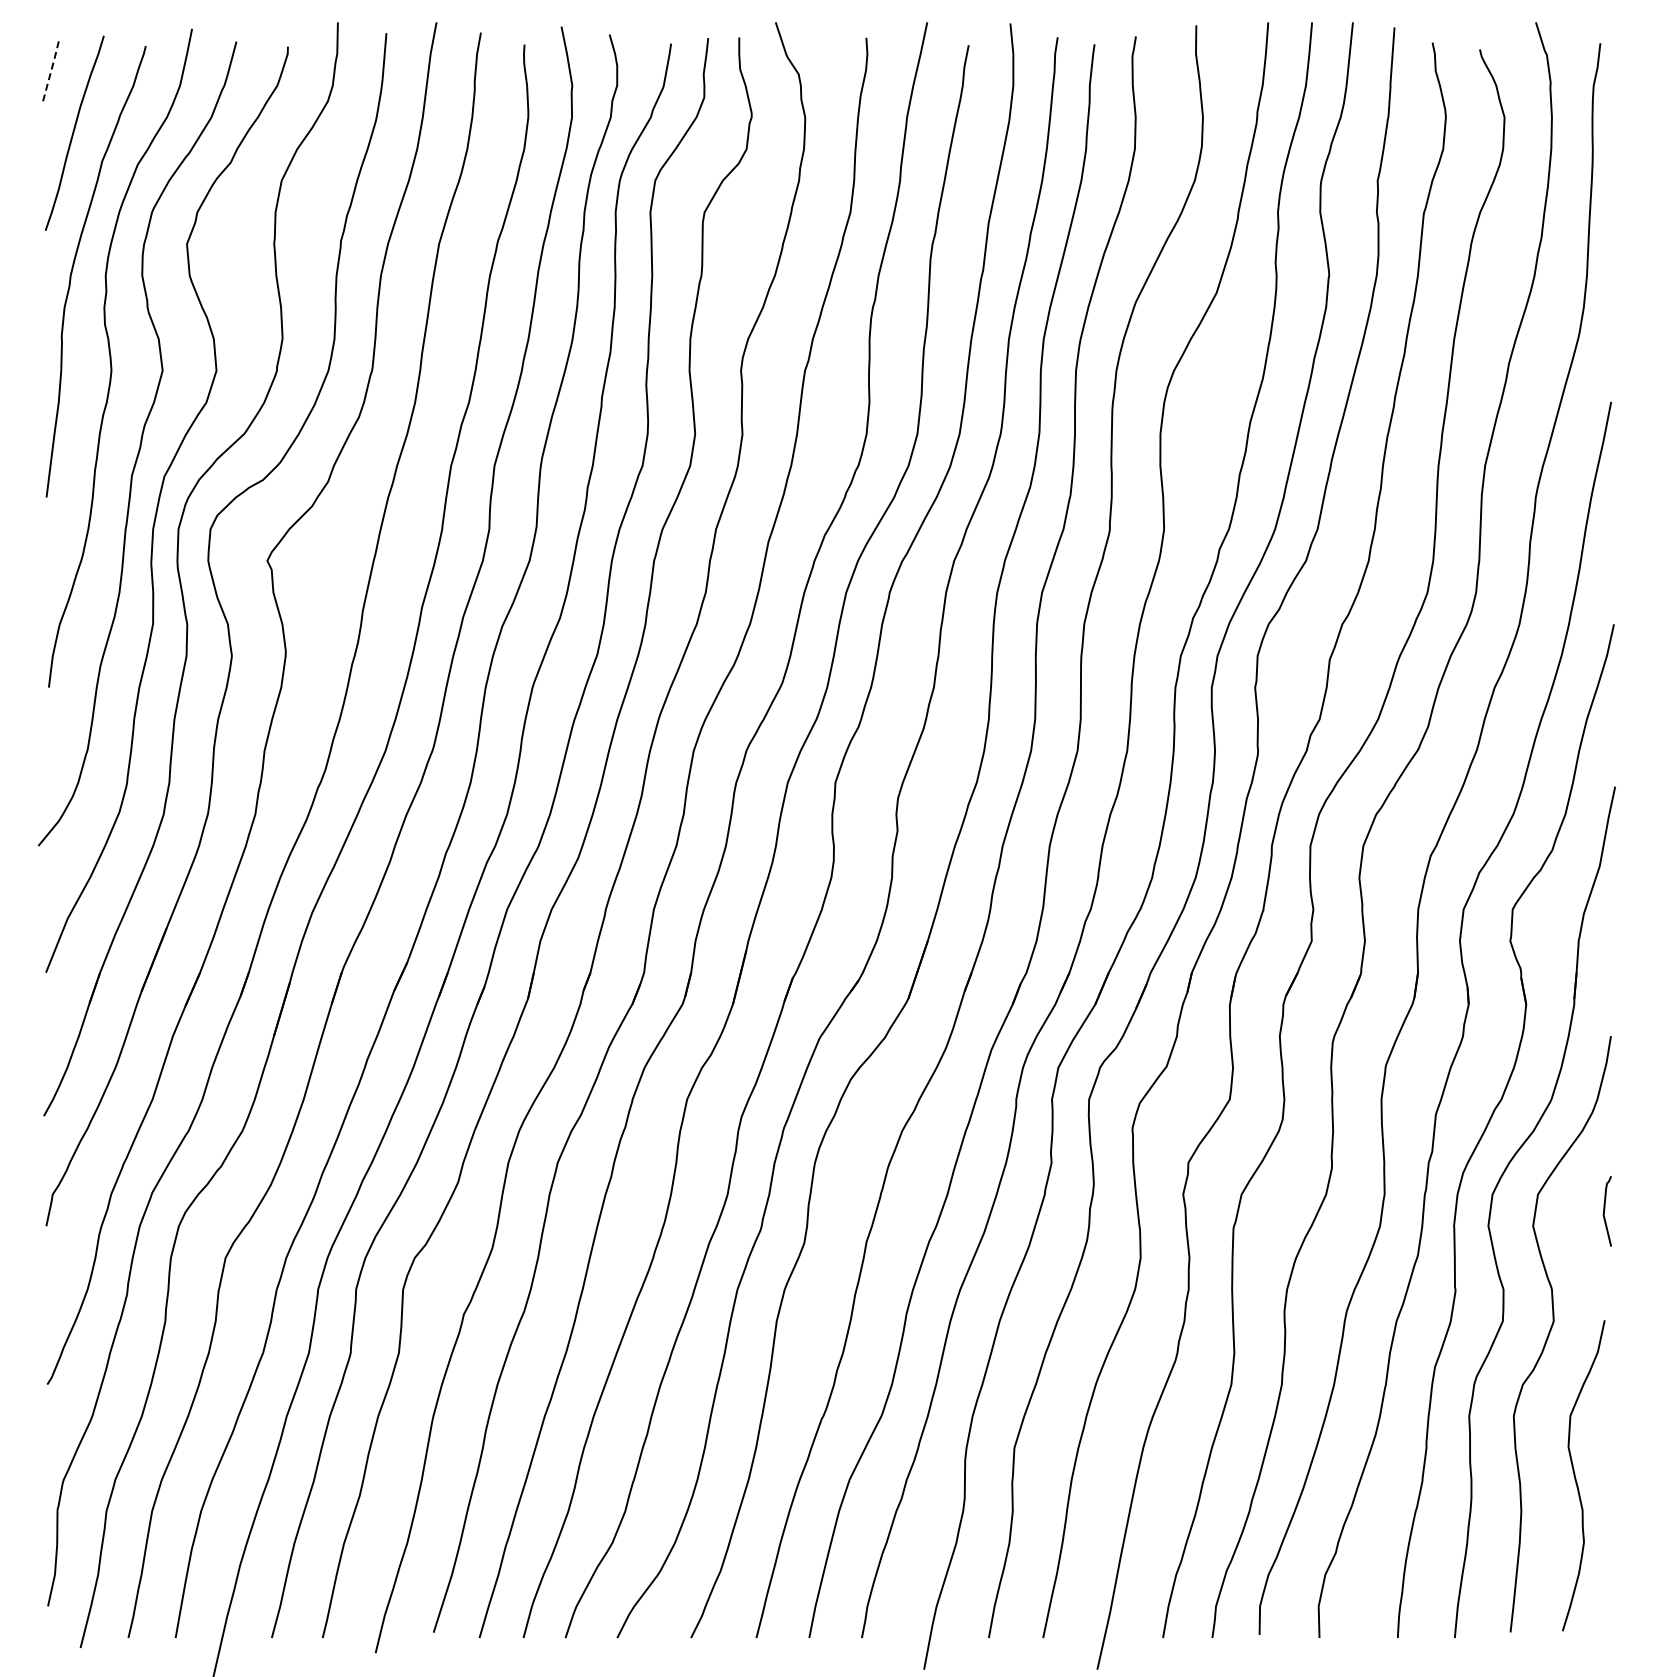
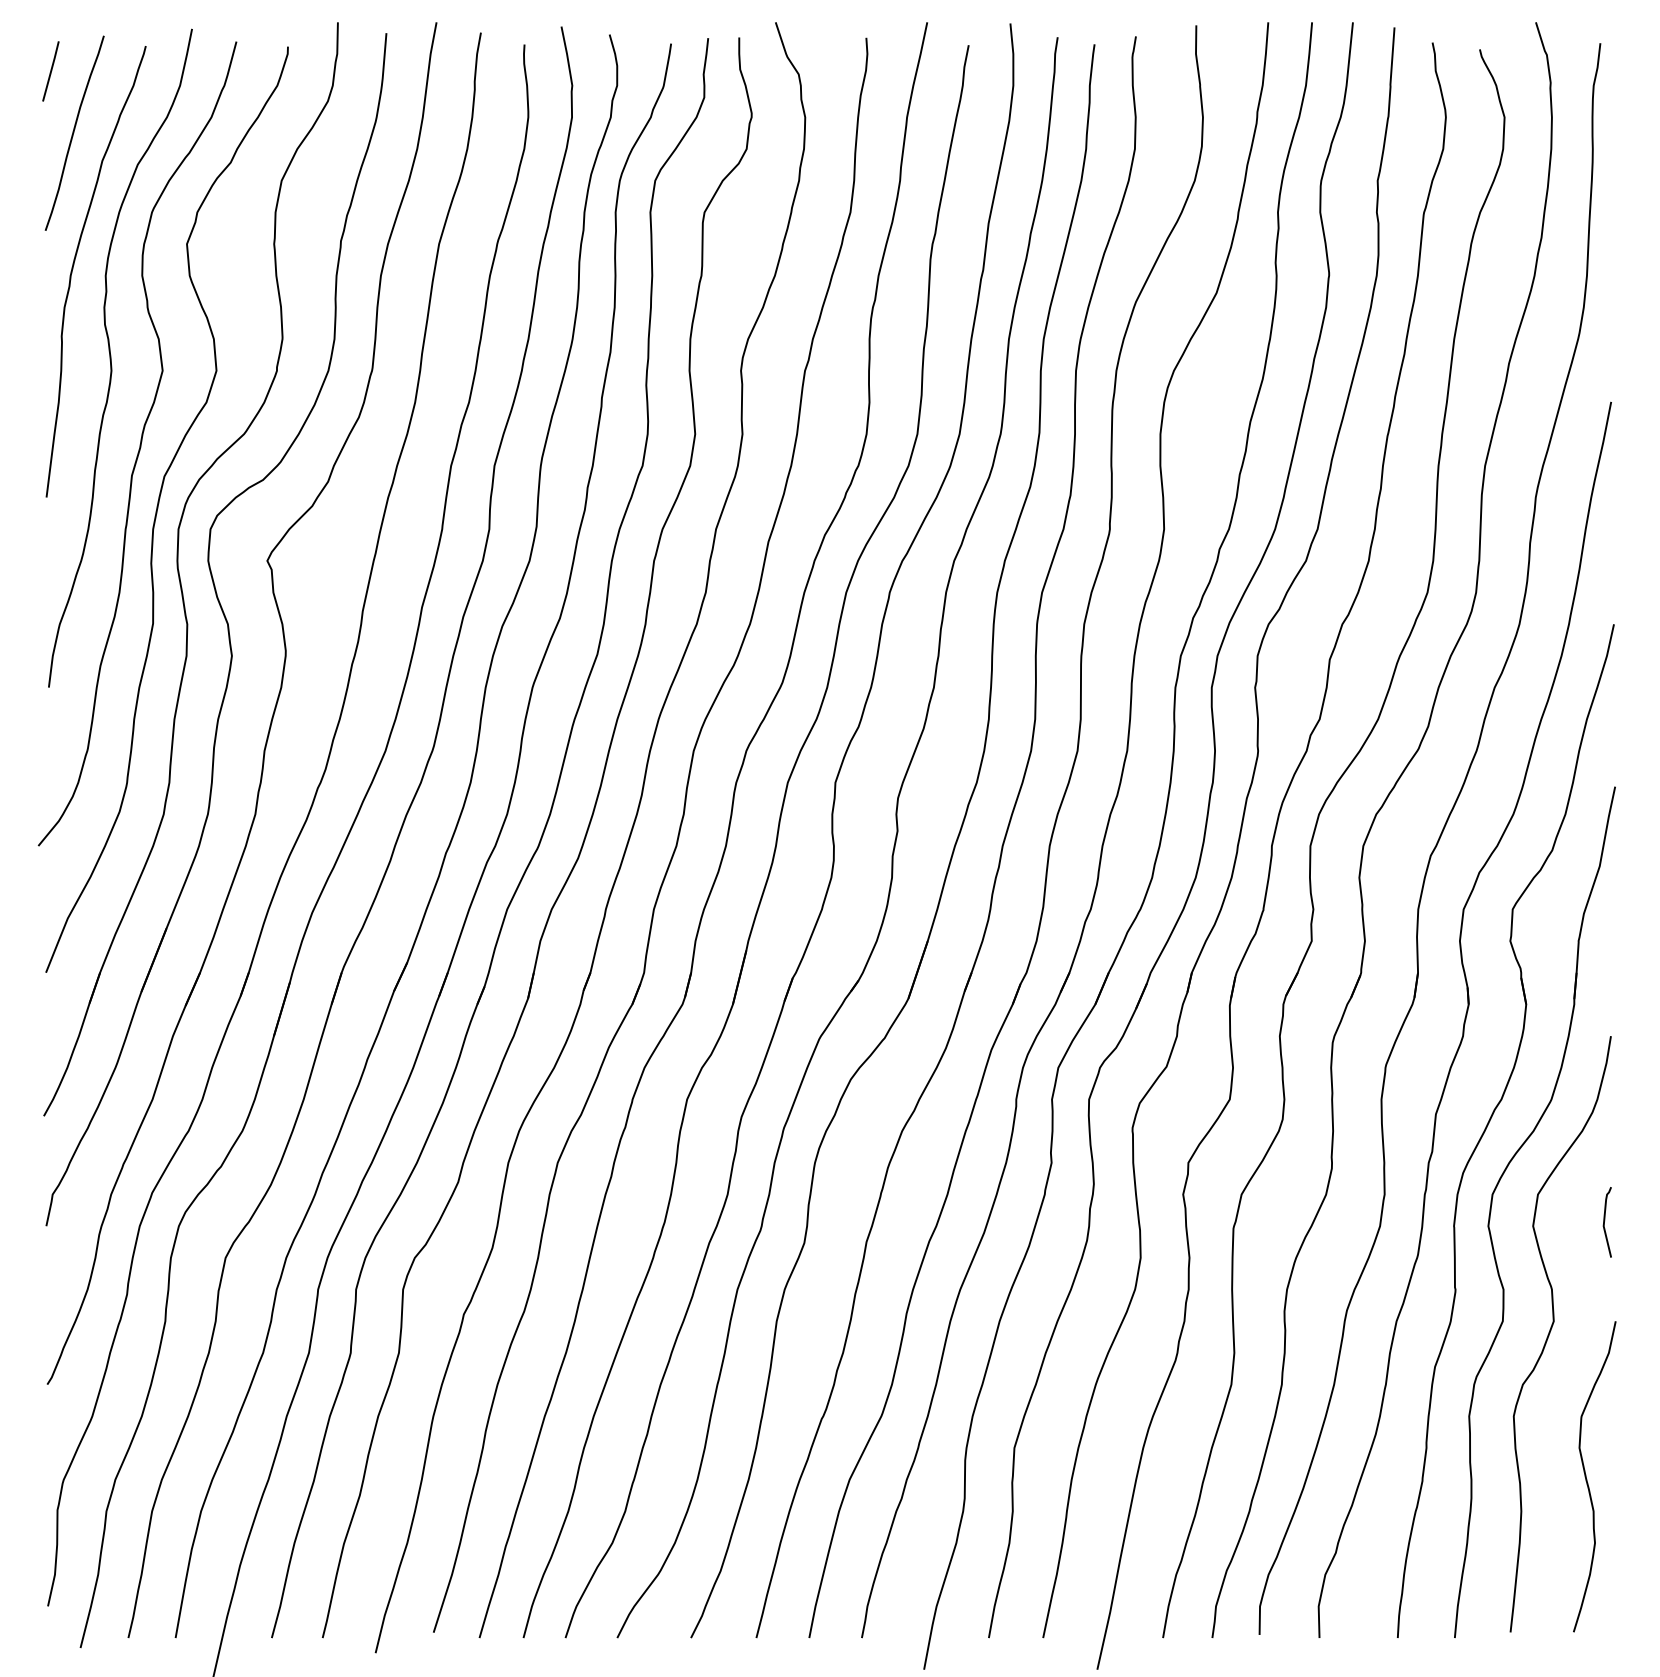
line at (51, 70): dashed -> solid
curve at (1604, 1211) position: (1604, 1211) -> (1604, 1222)
curve at (1576, 1478) position: (1576, 1478) -> (1587, 1479)
